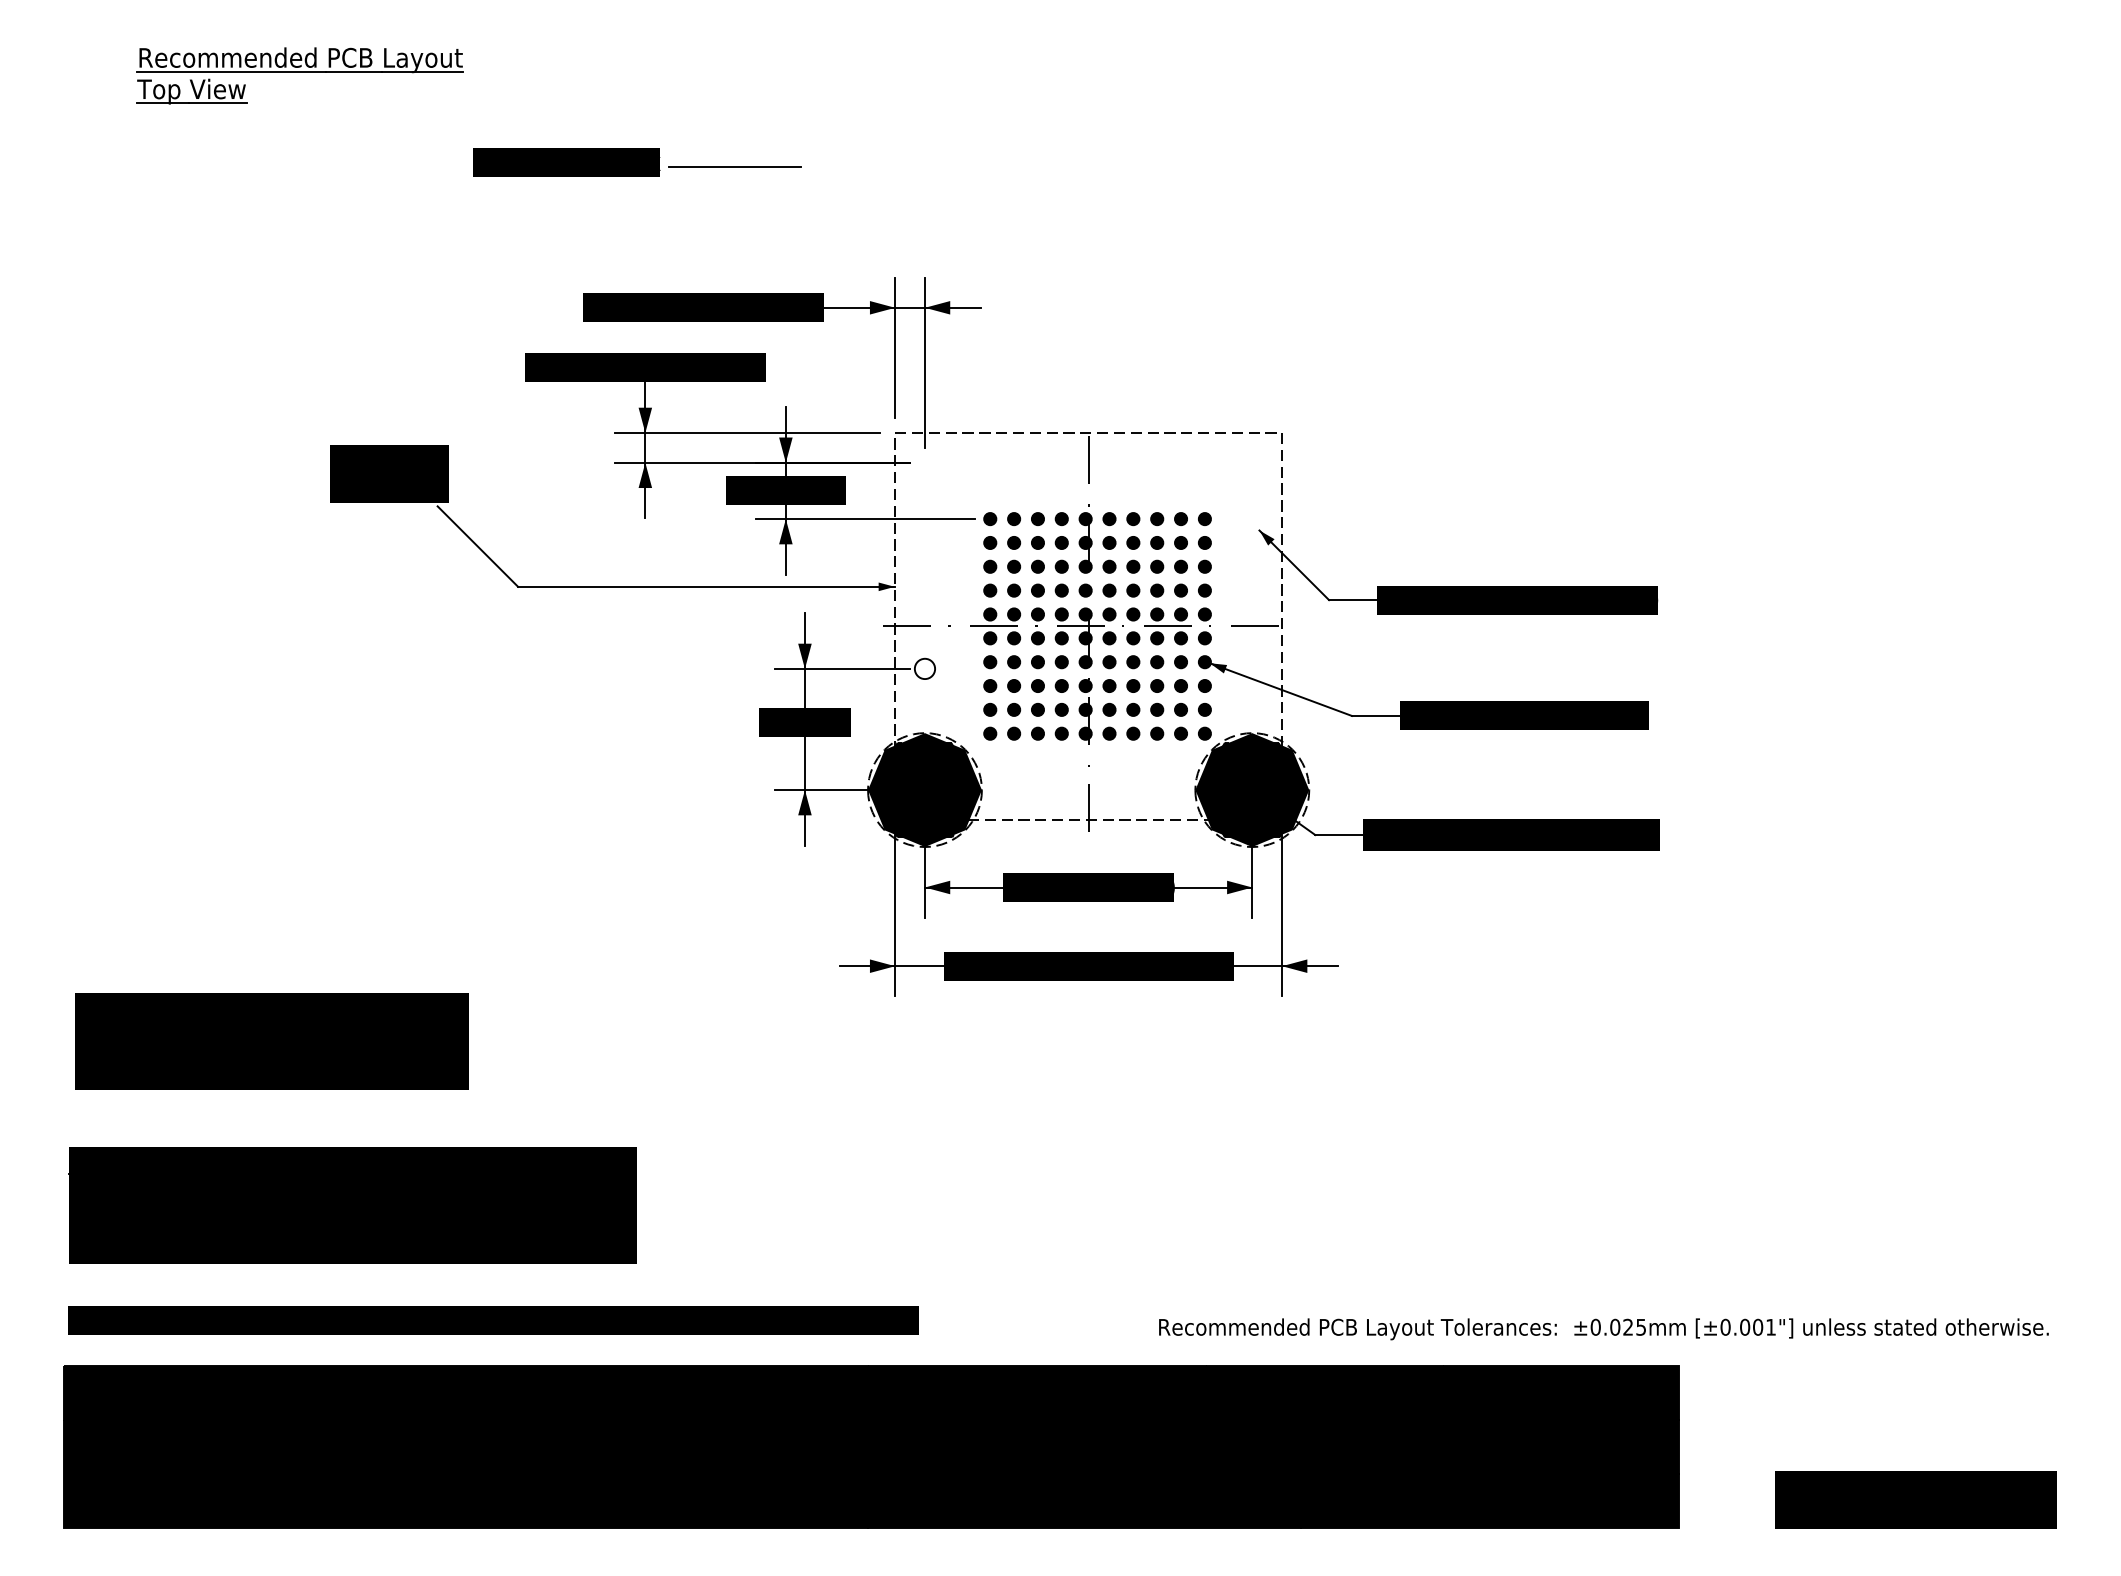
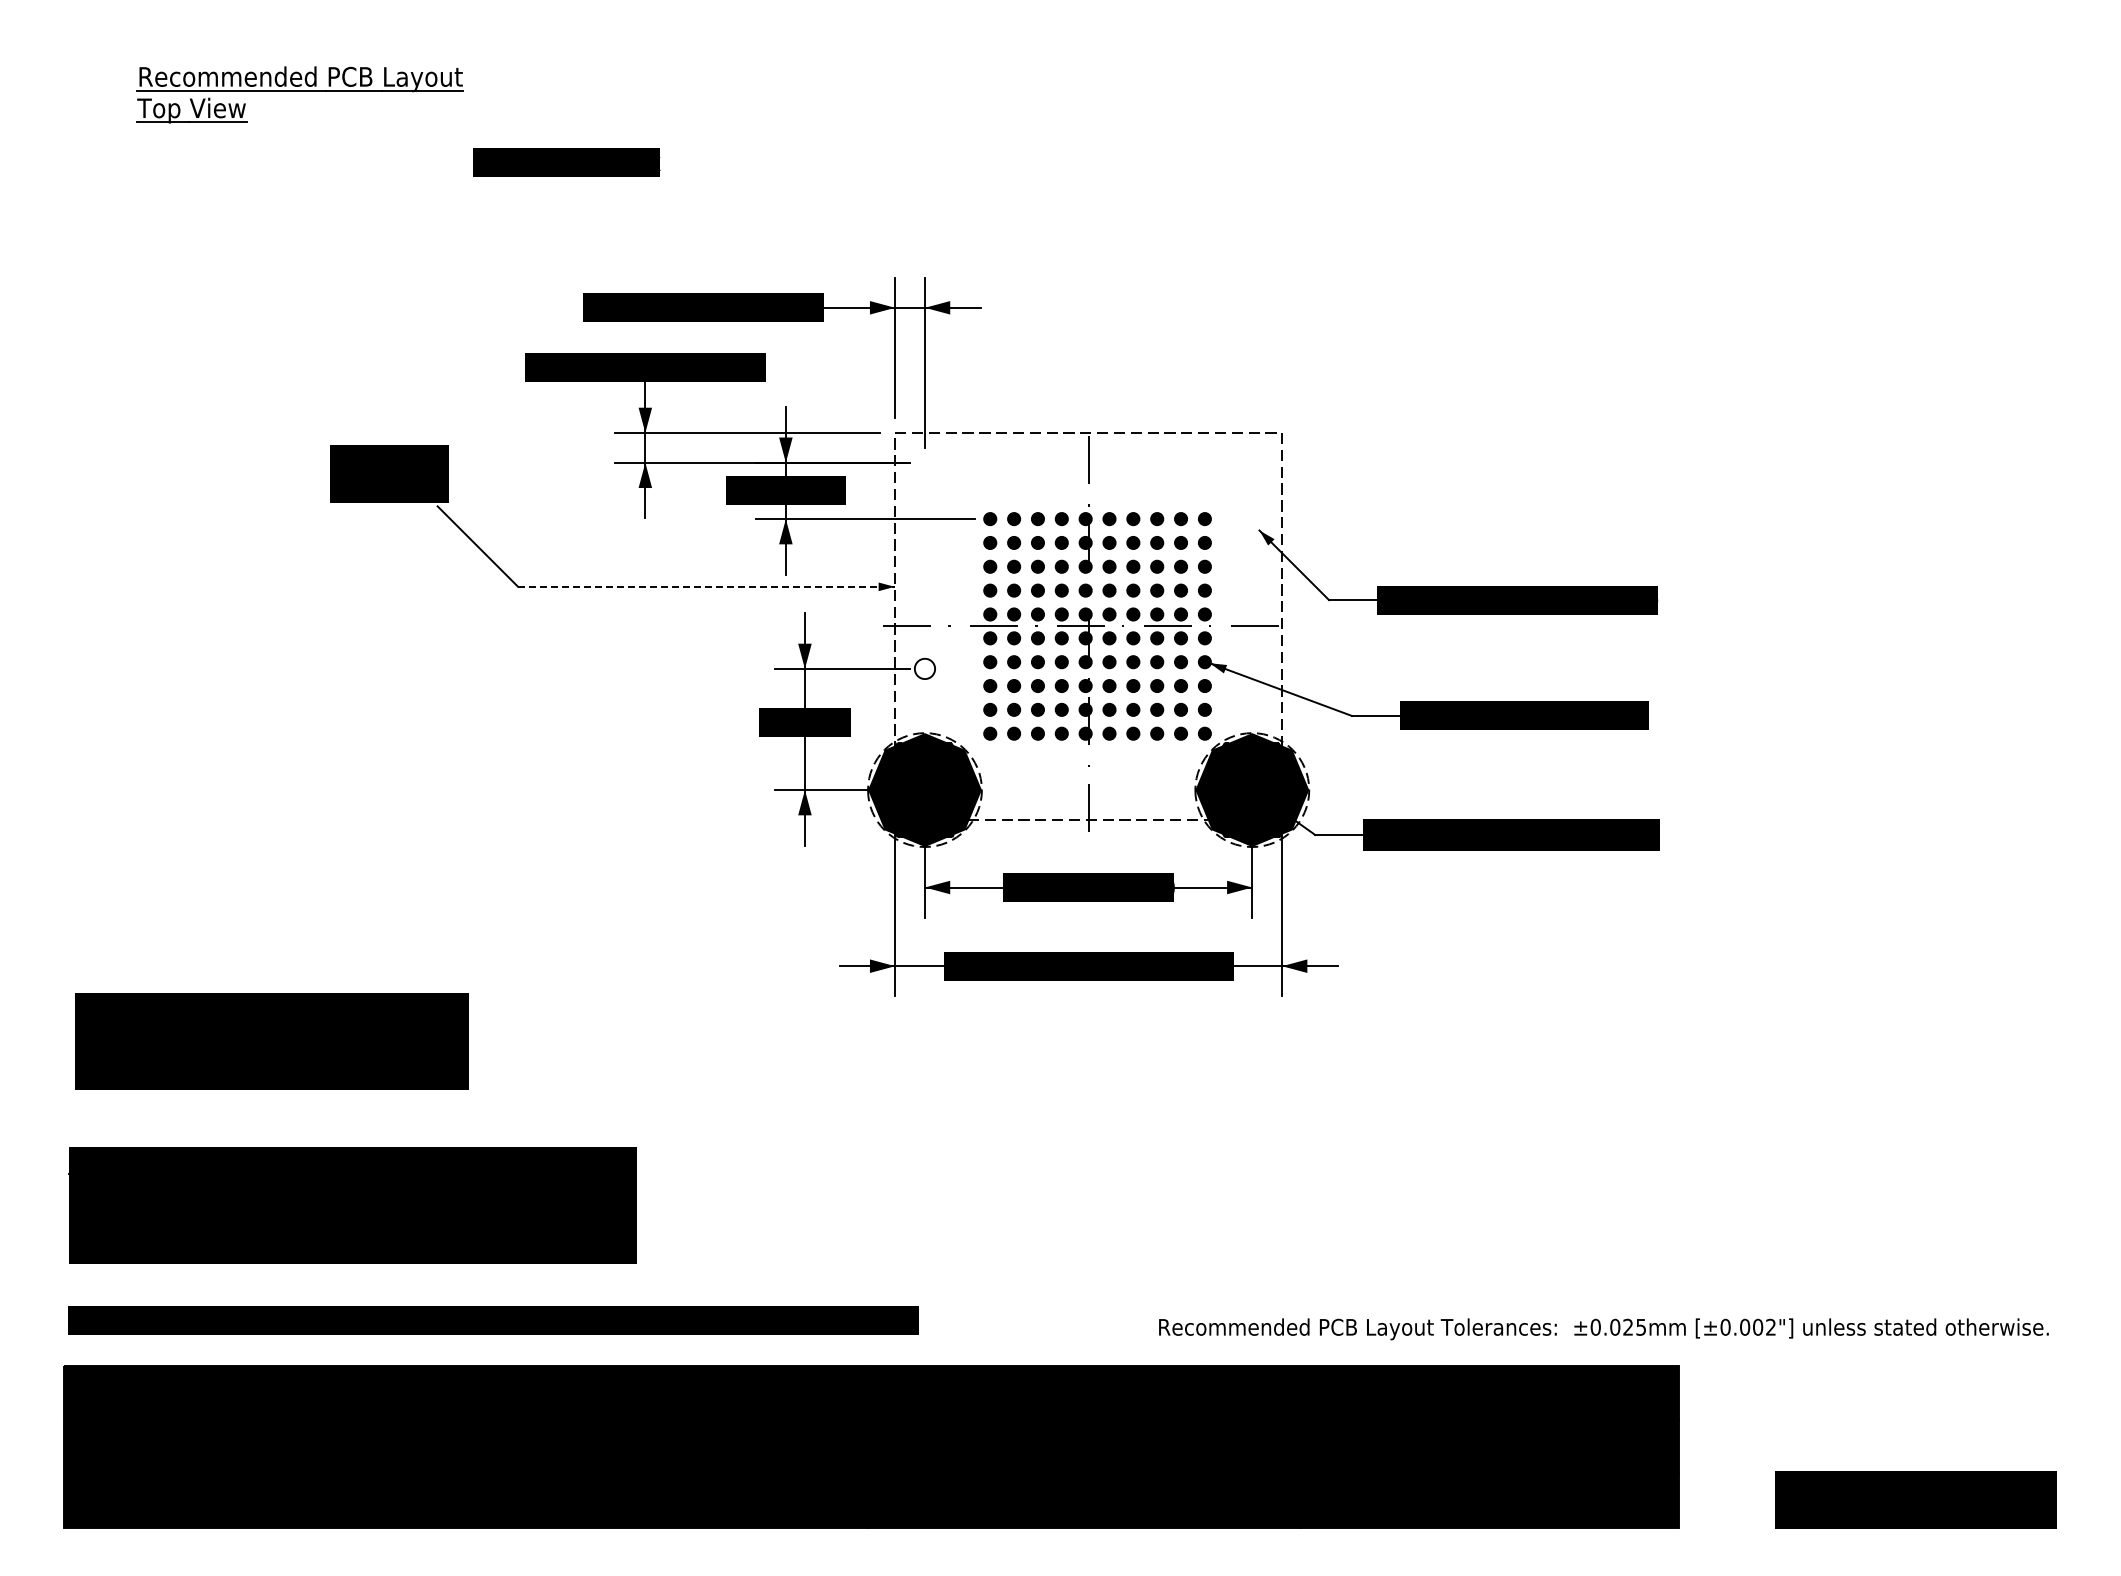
part at (299, 75) position: (299, 75) -> (299, 94)
line at (734, 167): present -> none
line at (706, 586): solid -> dashed
text at (1770, 1326): [±0.001"] -> [±0.002"]
